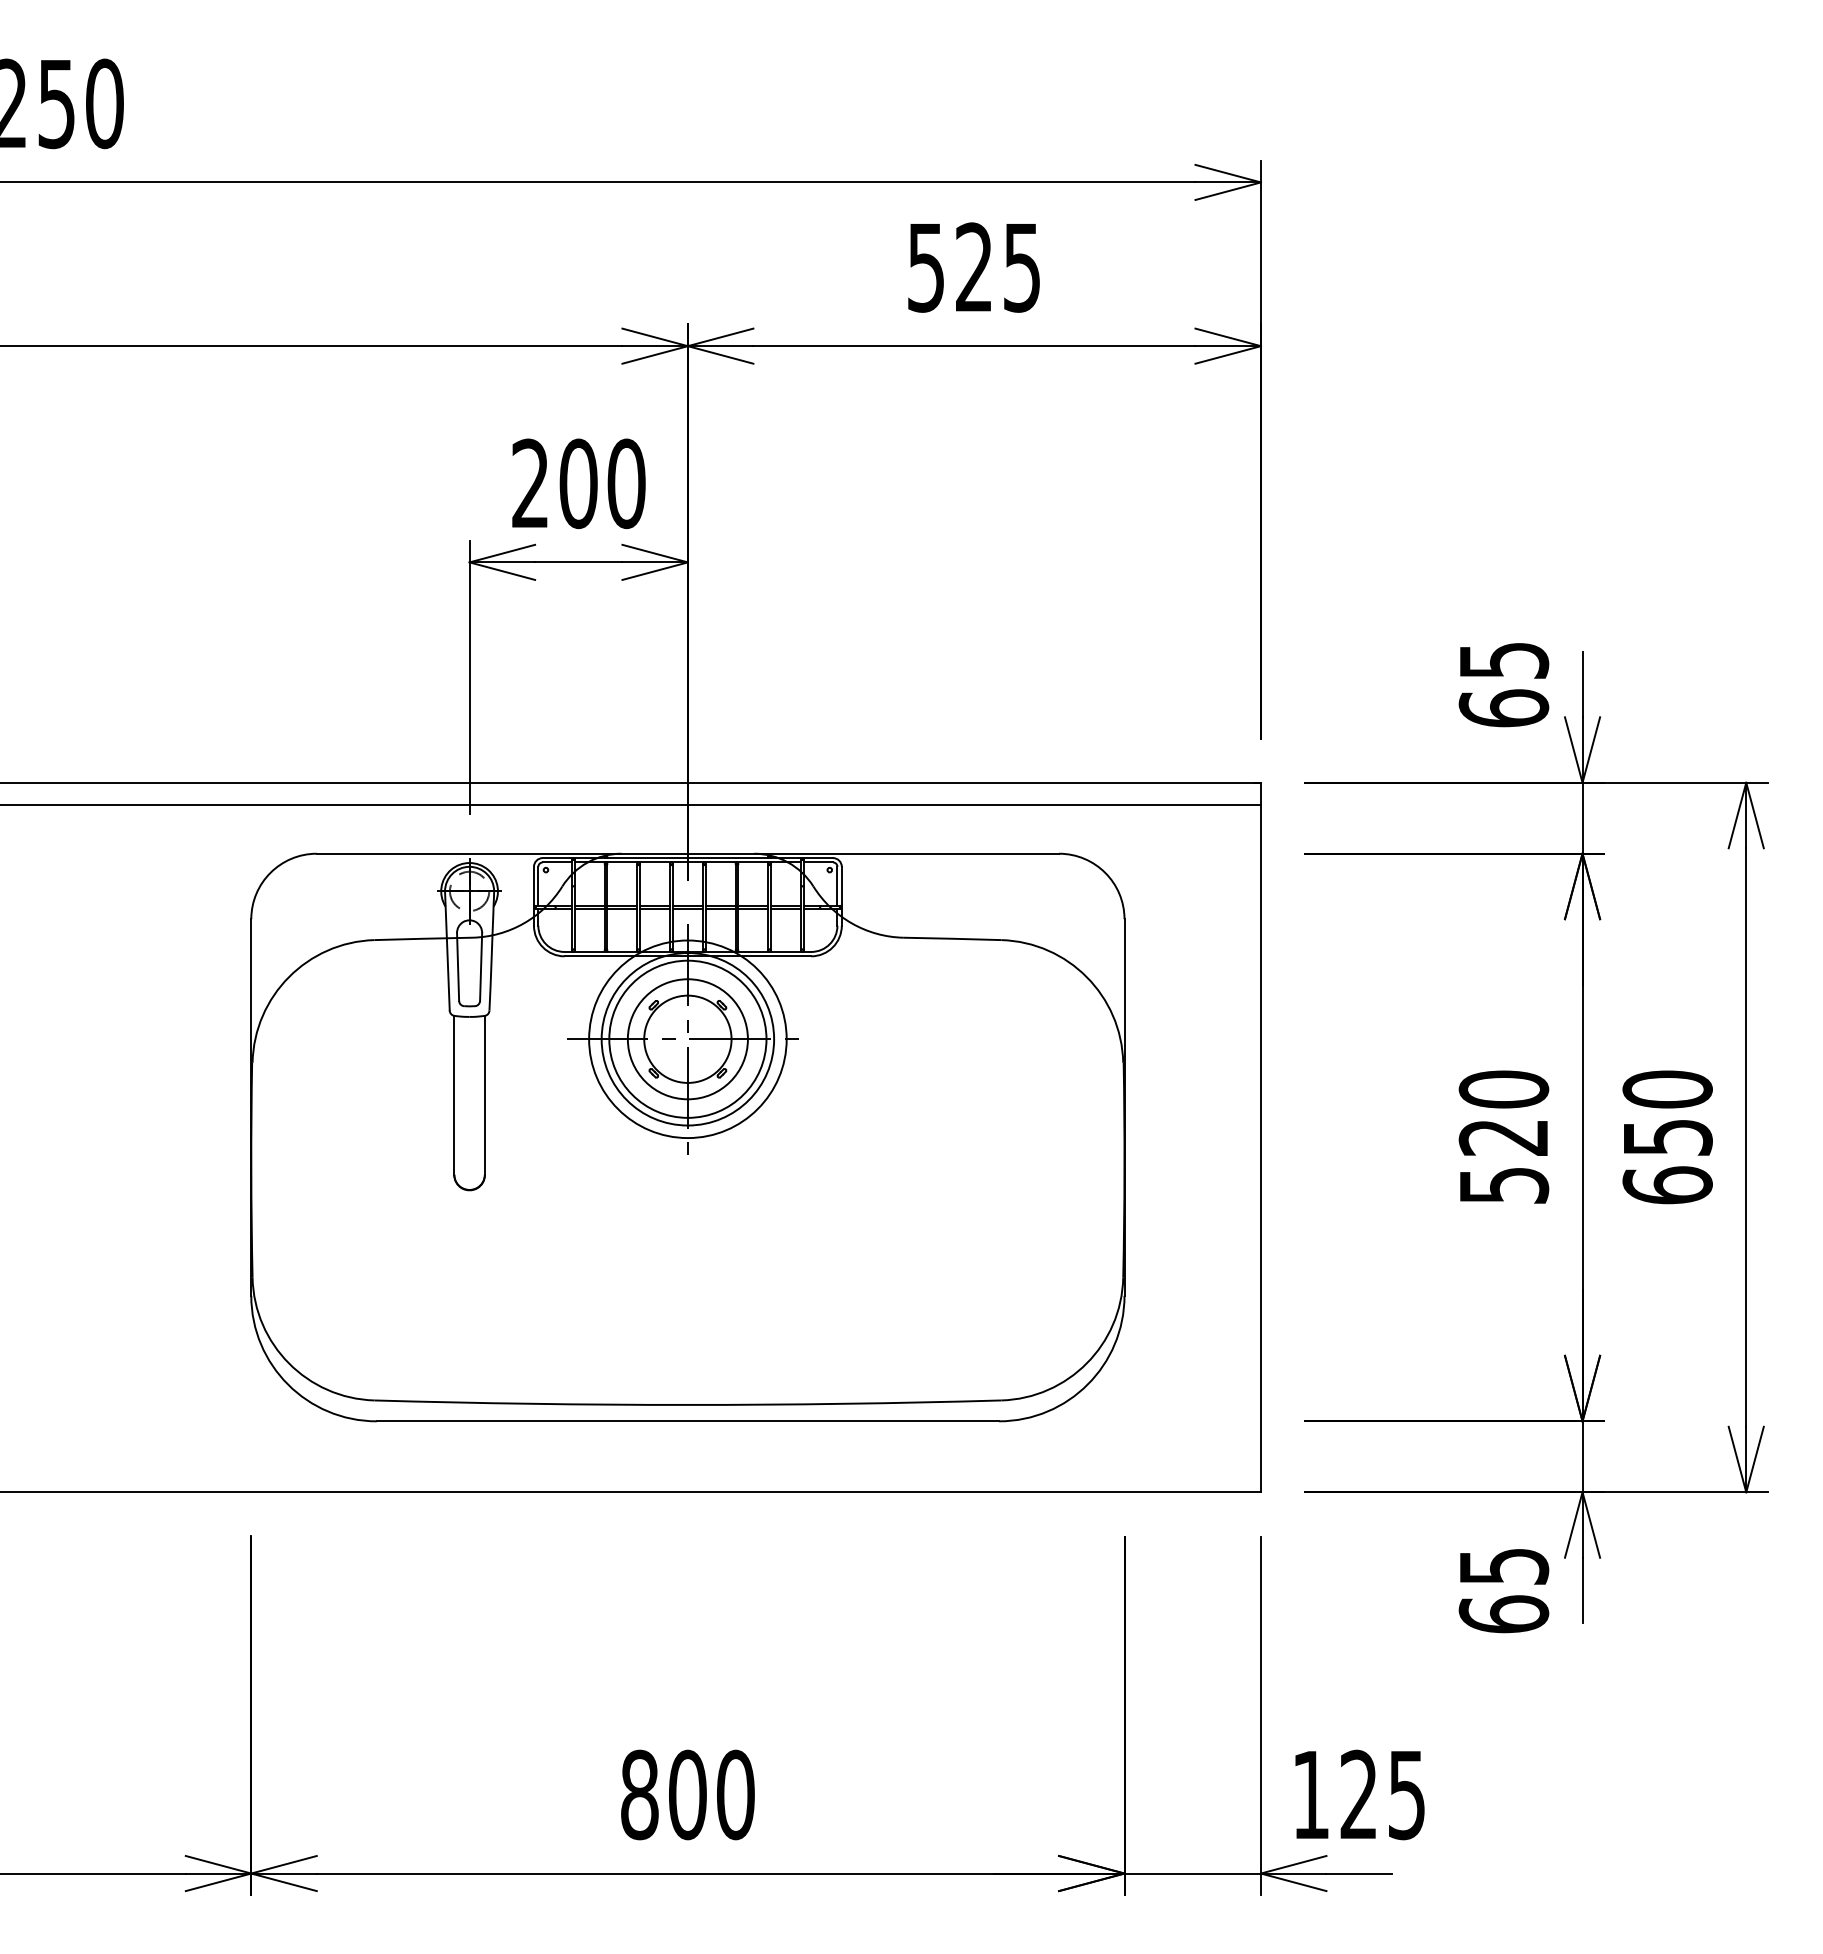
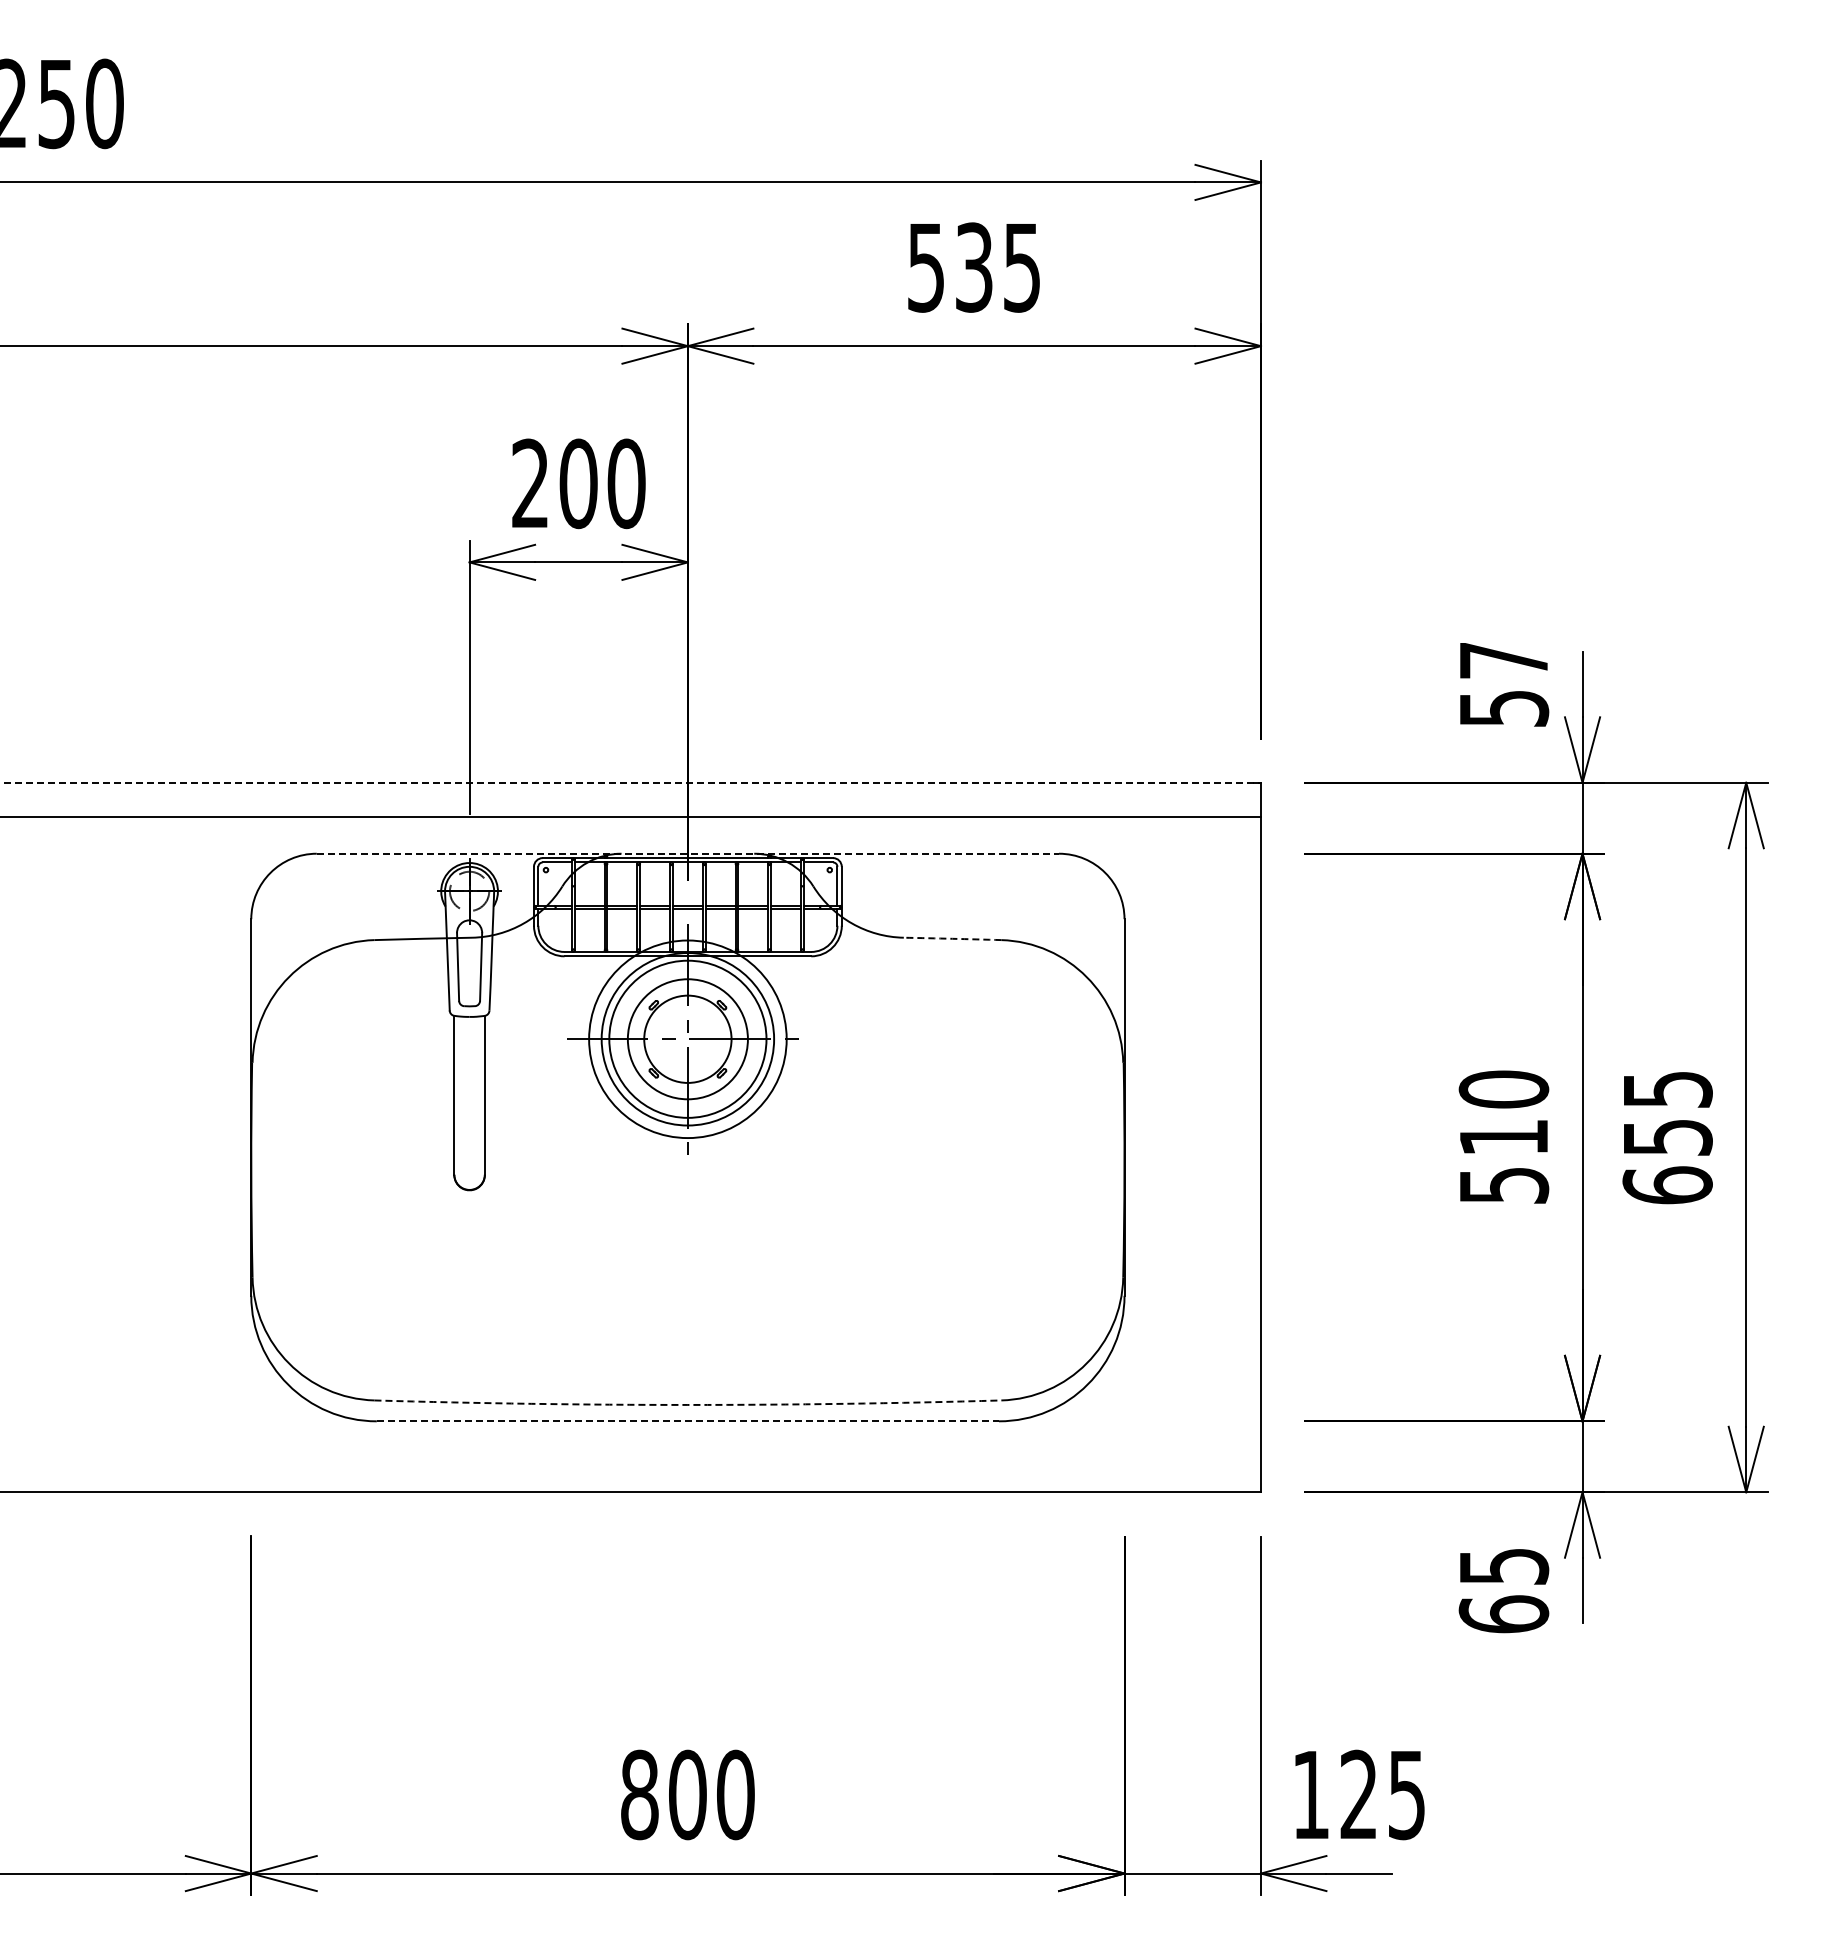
text at (974, 267): 525 -> 535
text at (1503, 685): 65 -> 57
line at (630, 782): solid -> dashed
line at (631, 804) position: (631, 804) -> (631, 816)
line at (688, 853): solid -> dashed
arc at (952, 938): solid -> dashed
text at (1667, 1089): 650 -> 655
text at (1502, 1137): 520 -> 510
arc at (687, 1404): solid -> dashed
line at (688, 1421): solid -> dashed
